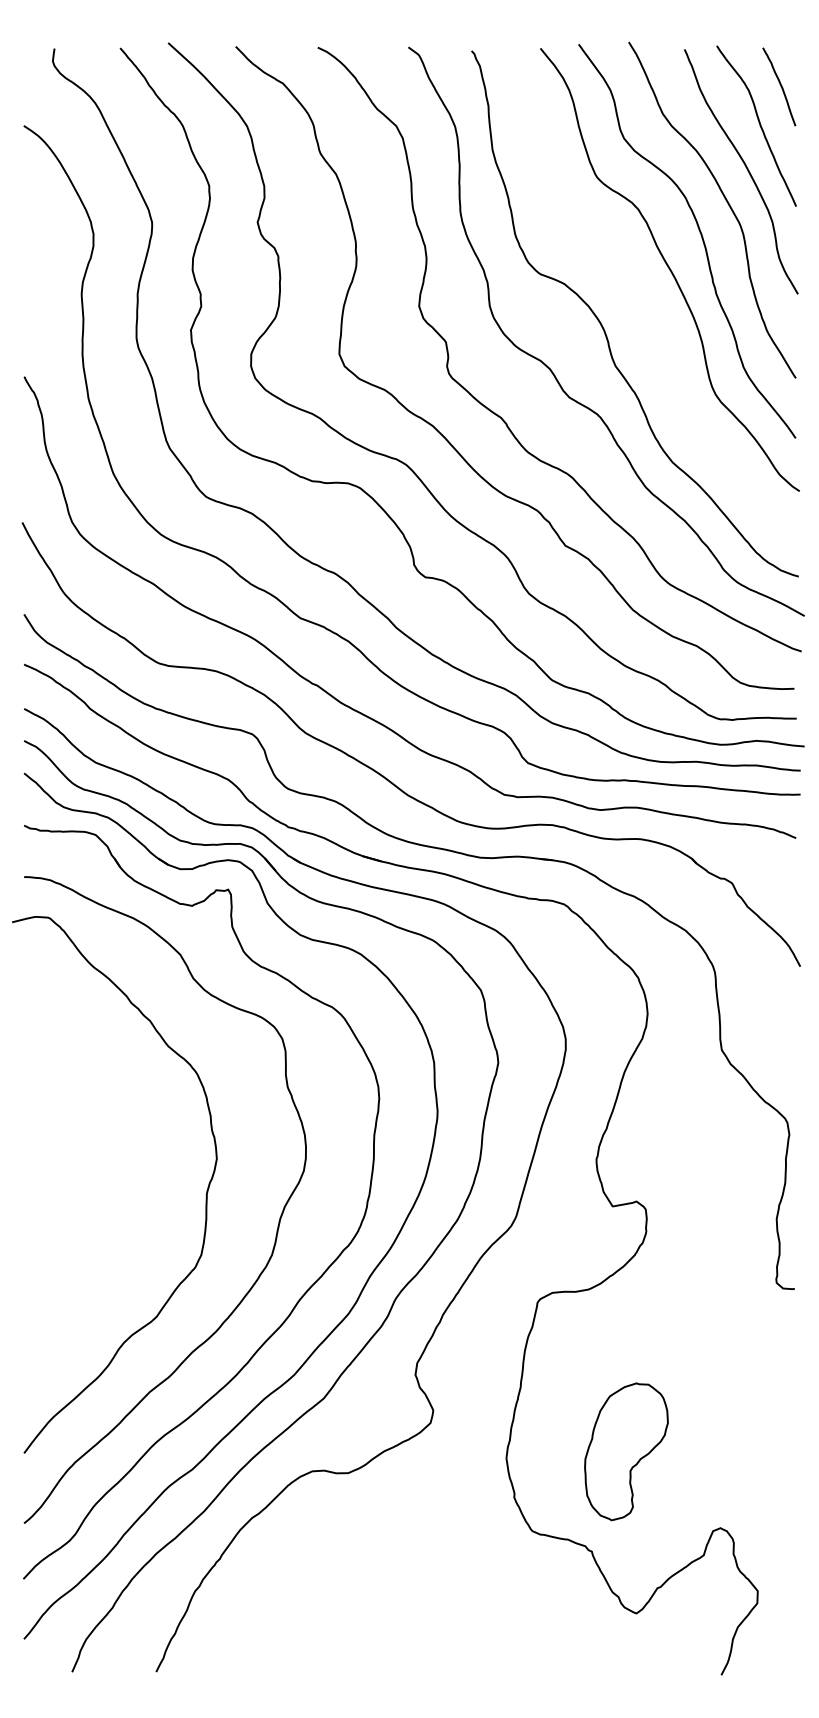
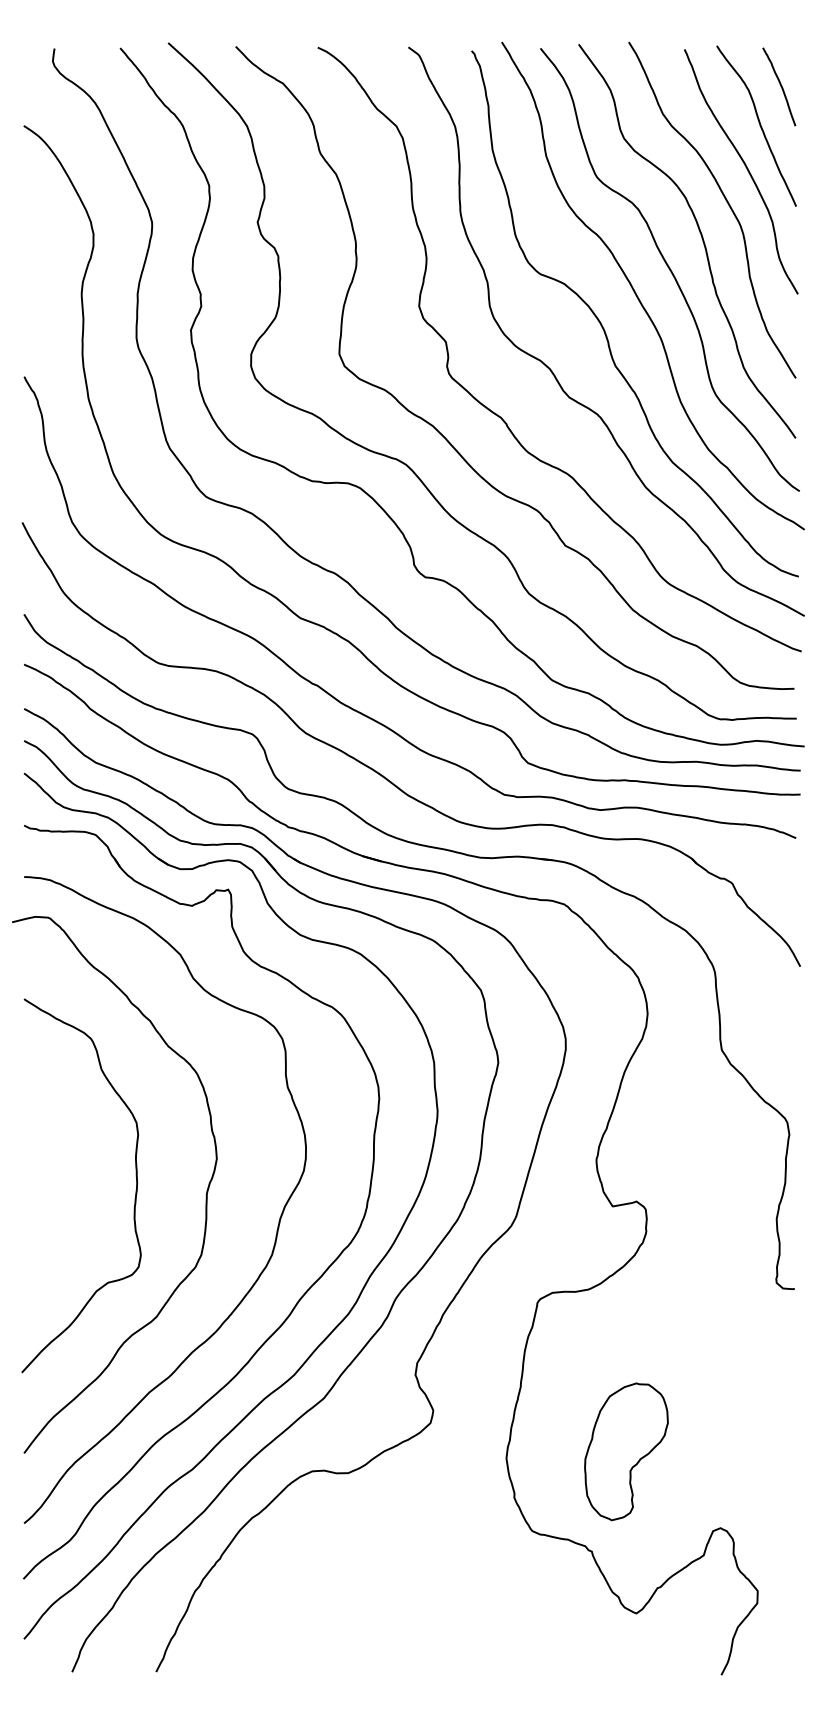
curve at (637, 294): none -> present
curve at (135, 1190): none -> present
